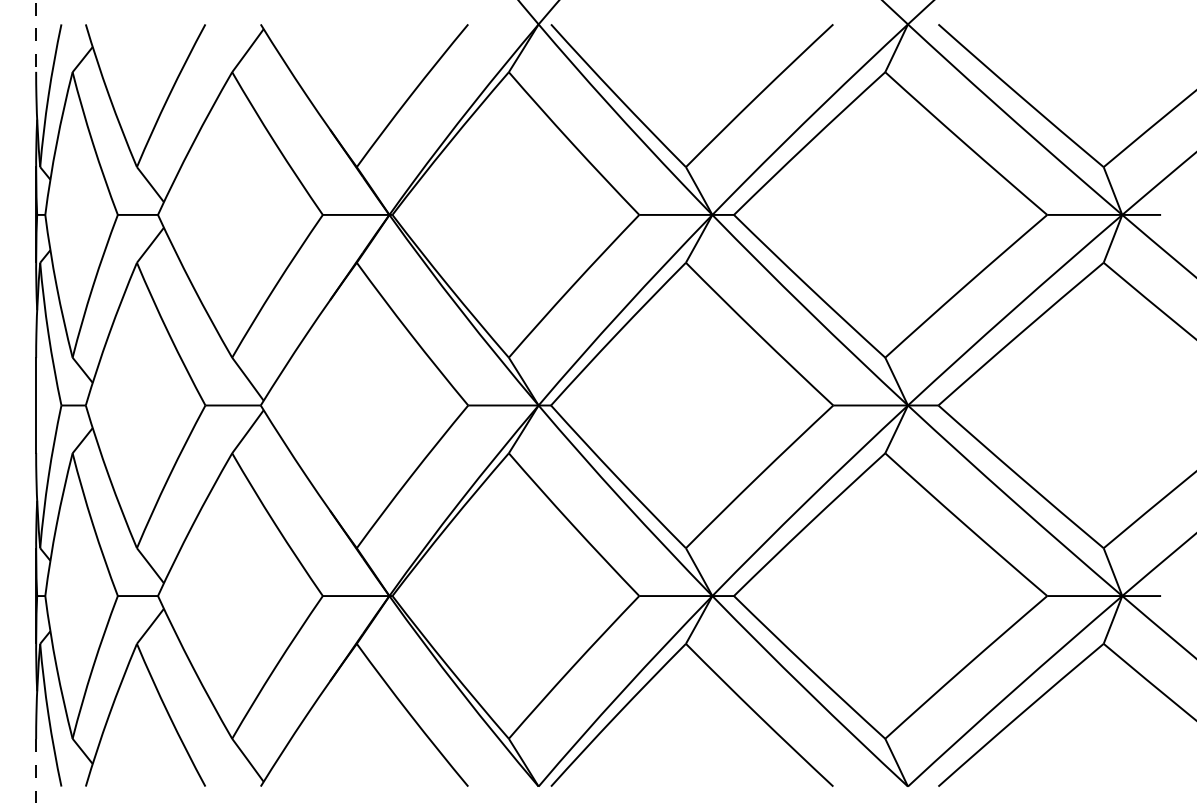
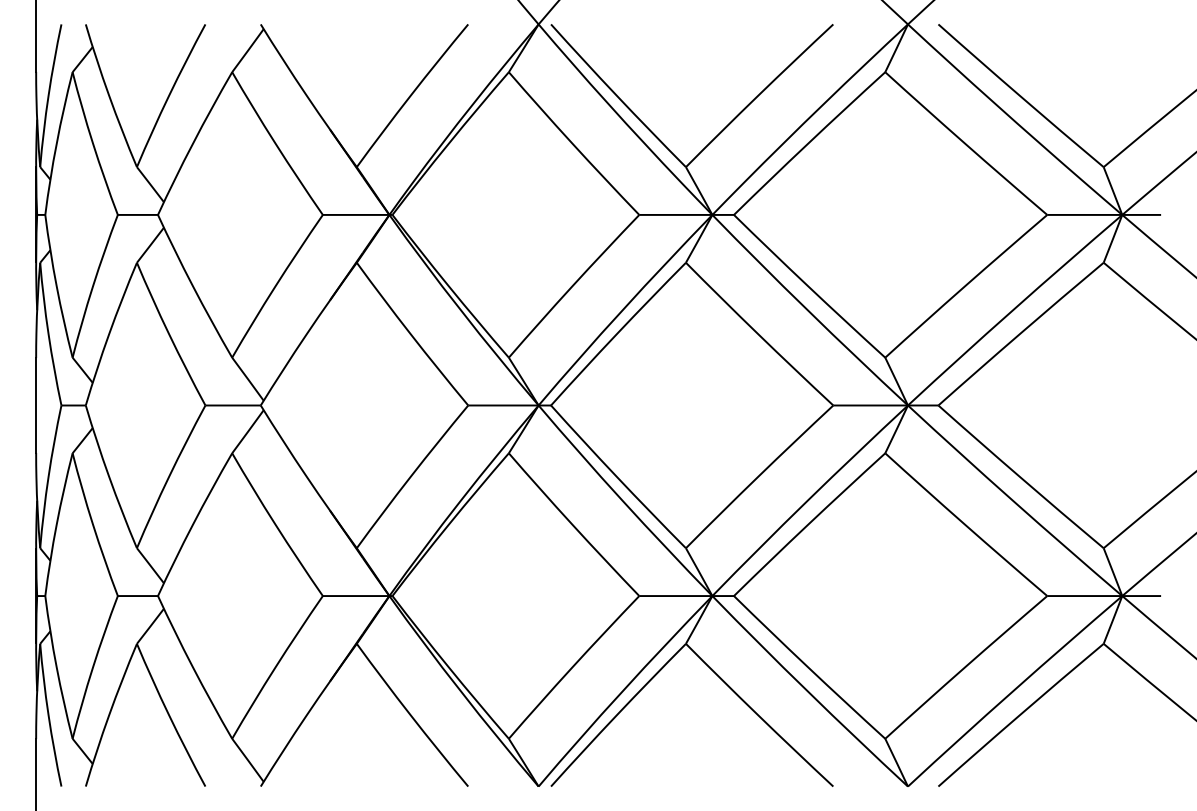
line at (36, 36): dashed -> solid
line at (36, 775): dashed -> solid
